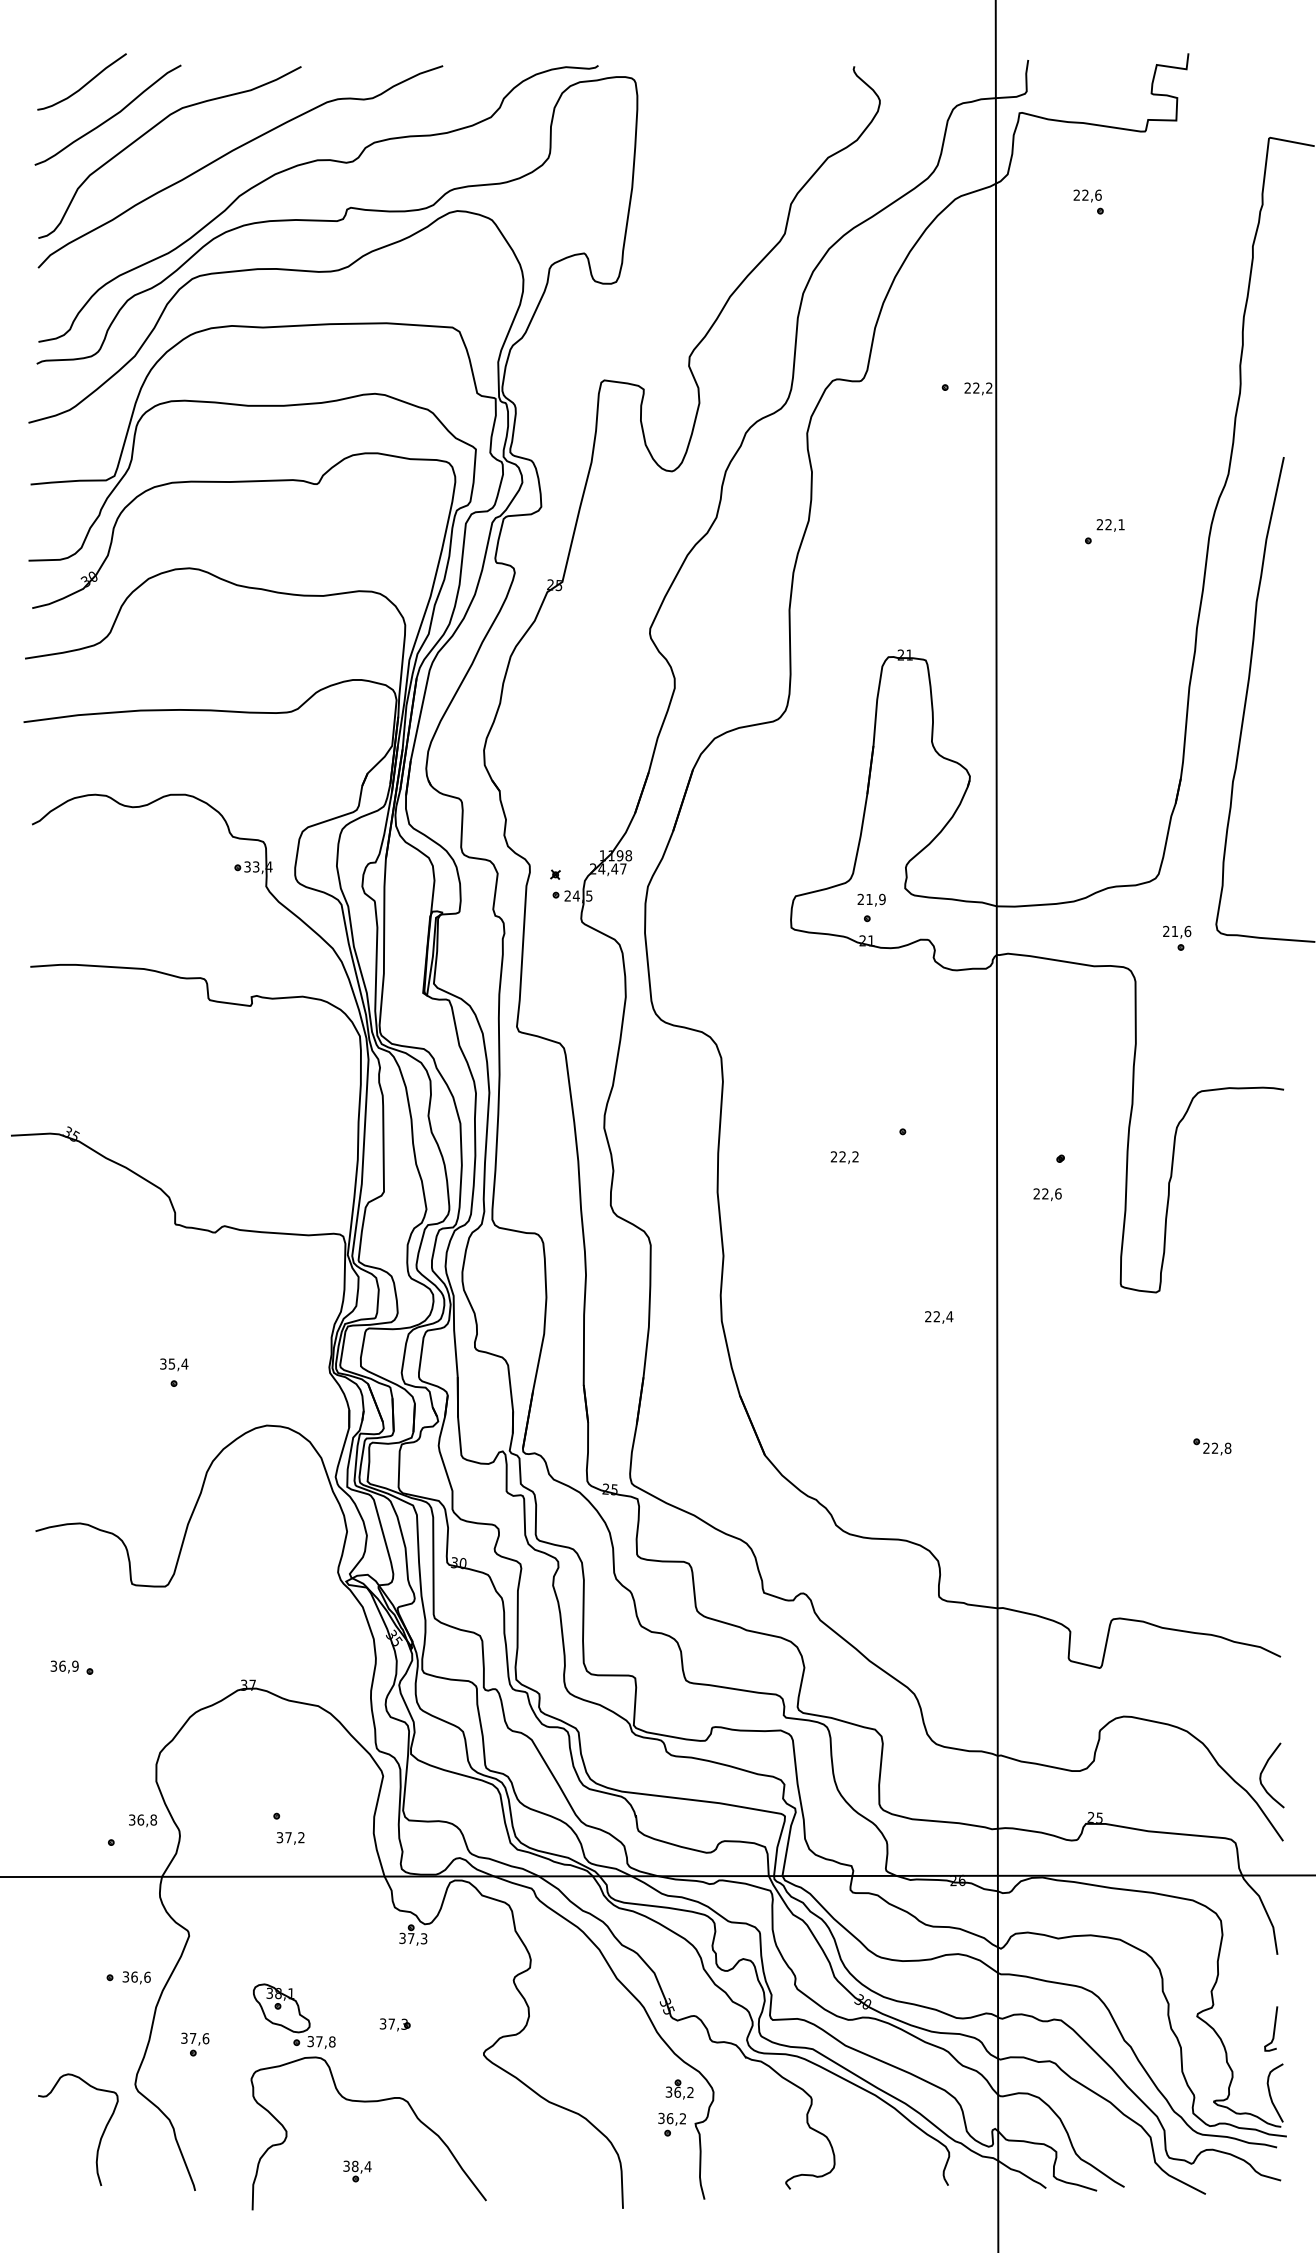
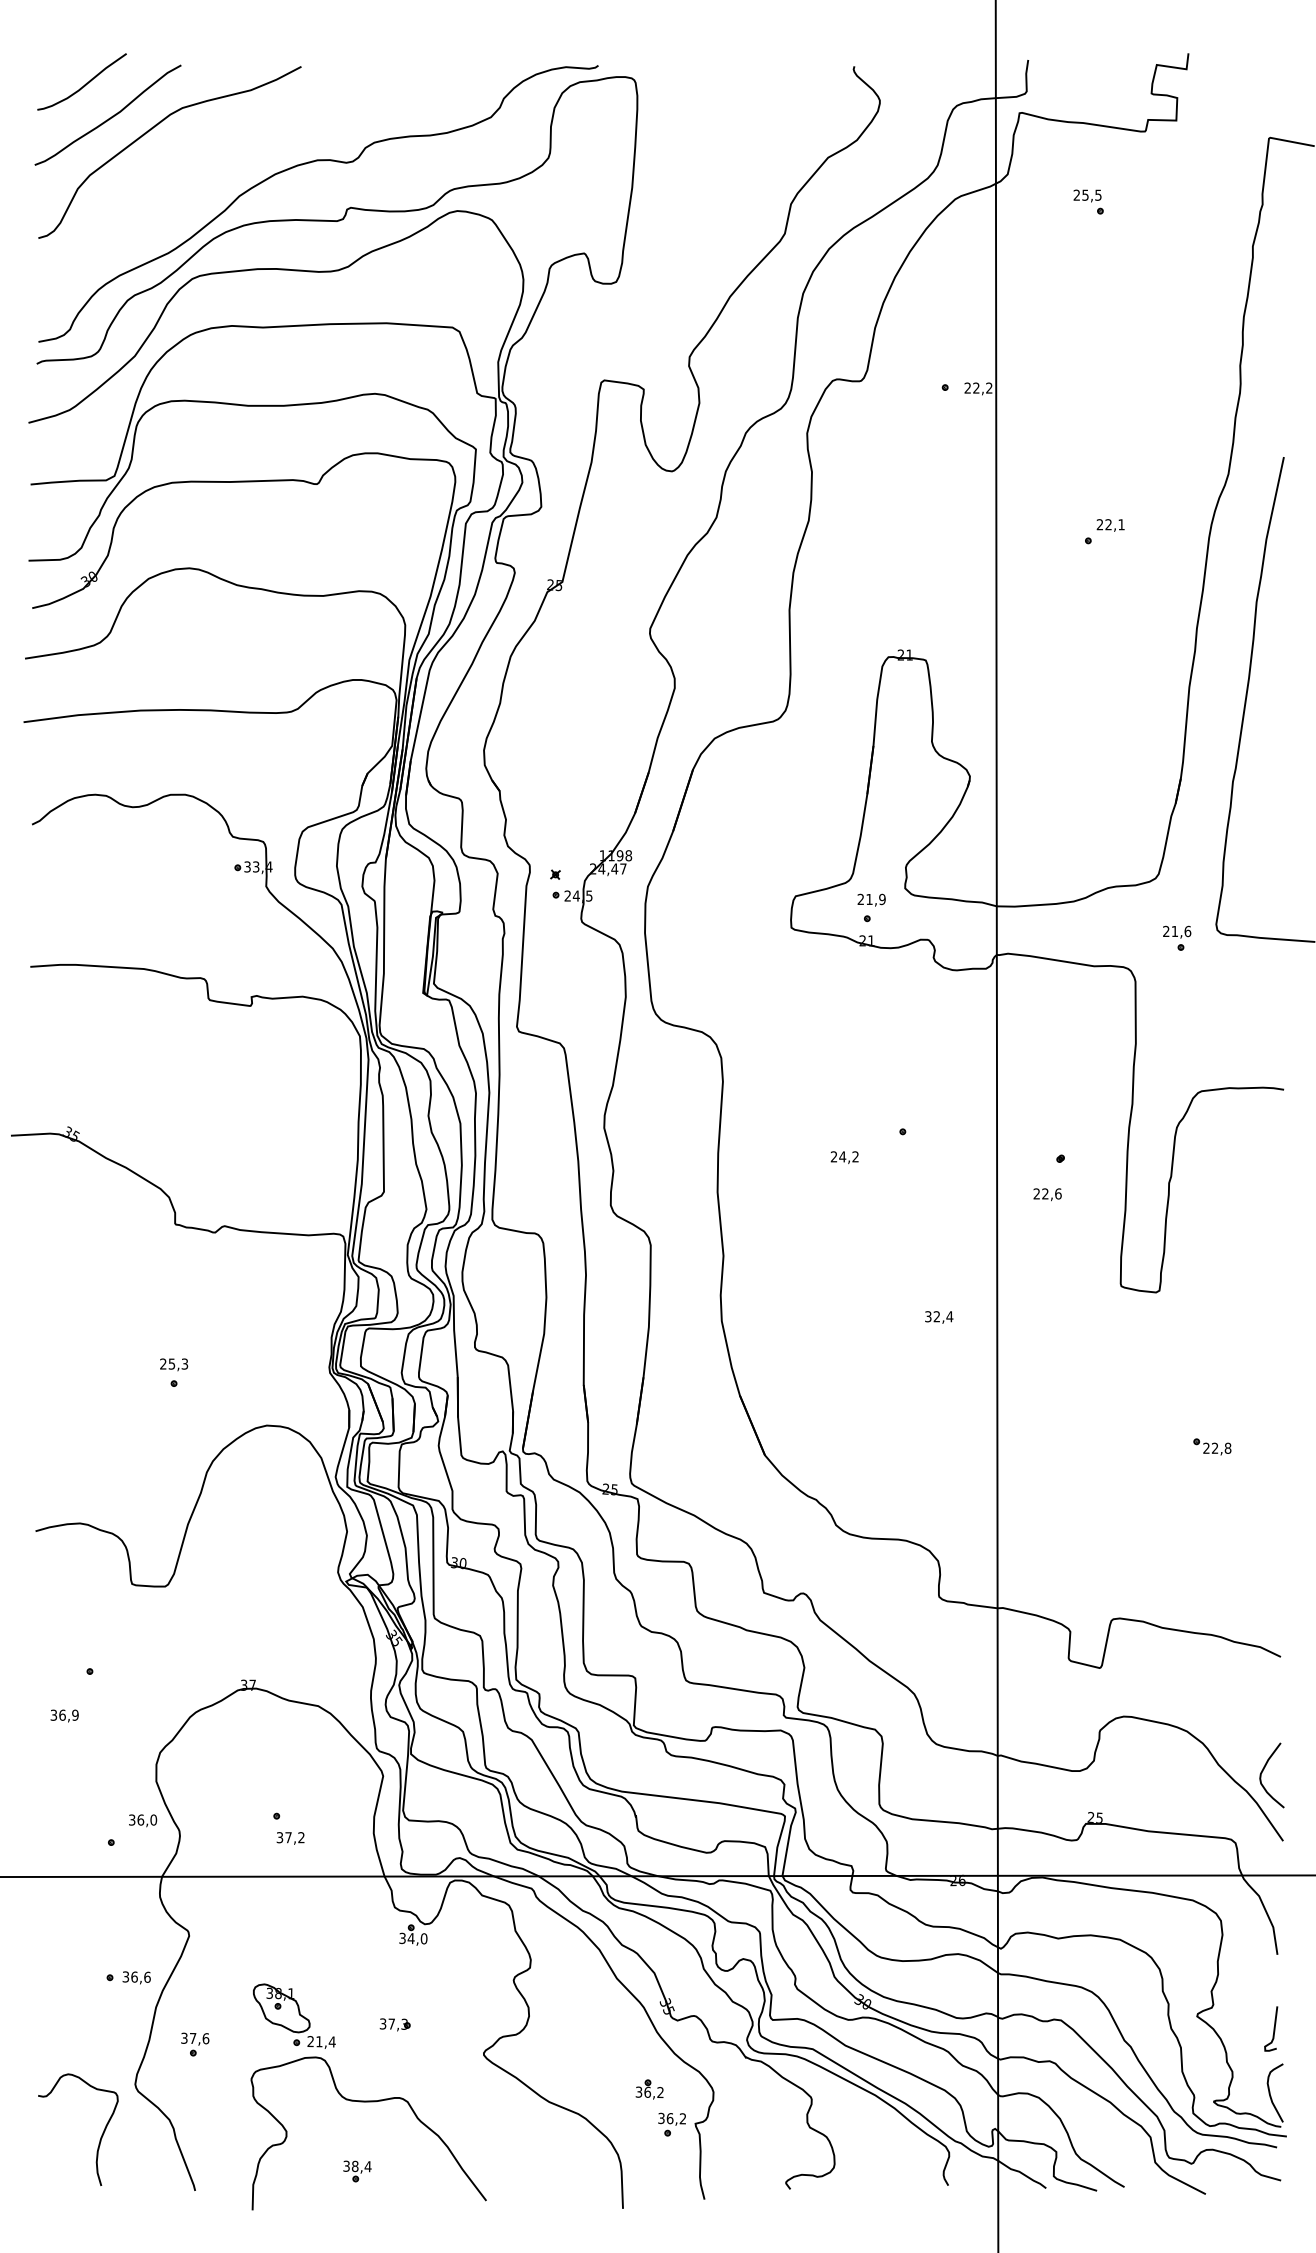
curve at (233, 151): present -> none
text at (1091, 194): 22,6 -> 25,5
text at (842, 1156): 22,2 -> 24,2
text at (928, 1317): 22,4 -> 32,4
text at (174, 1363): 35,4 -> 25,3
text at (64, 1666) position: (64, 1666) -> (64, 1715)
text at (153, 1819): 36,8 -> 36,0
text at (417, 1938): 37,3 -> 34,0
text at (321, 2041): 37,8 -> 21,4
part at (679, 2089) position: (679, 2089) -> (649, 2089)
